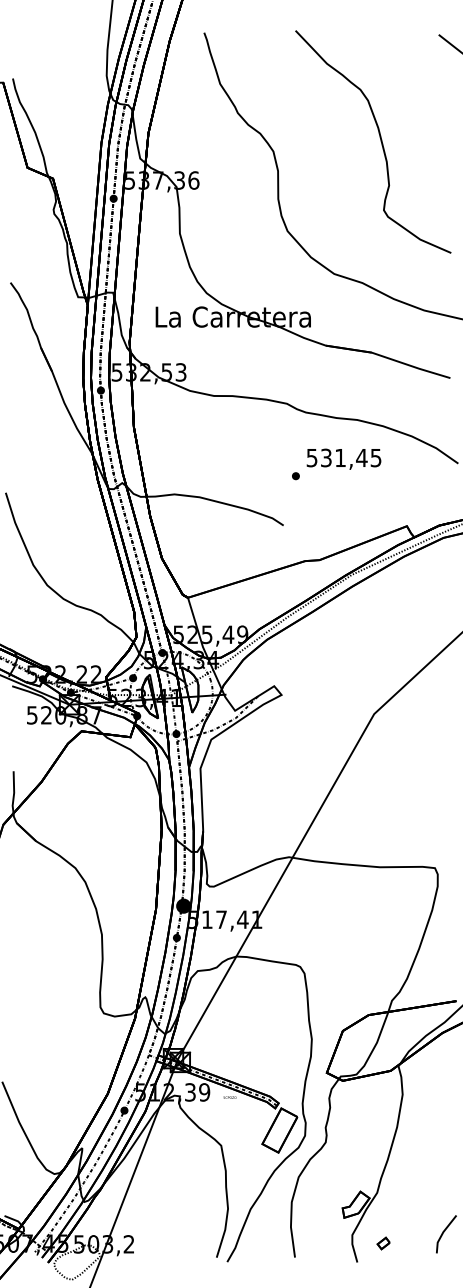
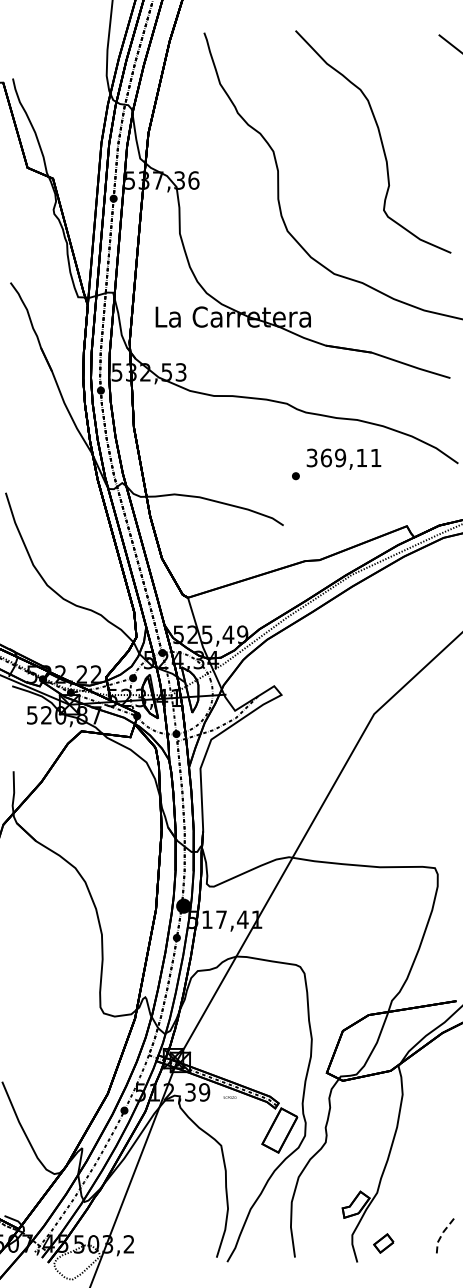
text at (344, 457): 531,45 -> 369,11
line at (443, 1232): solid -> dashed
part at (383, 1243) size: 15x15 px -> 22x21 px
